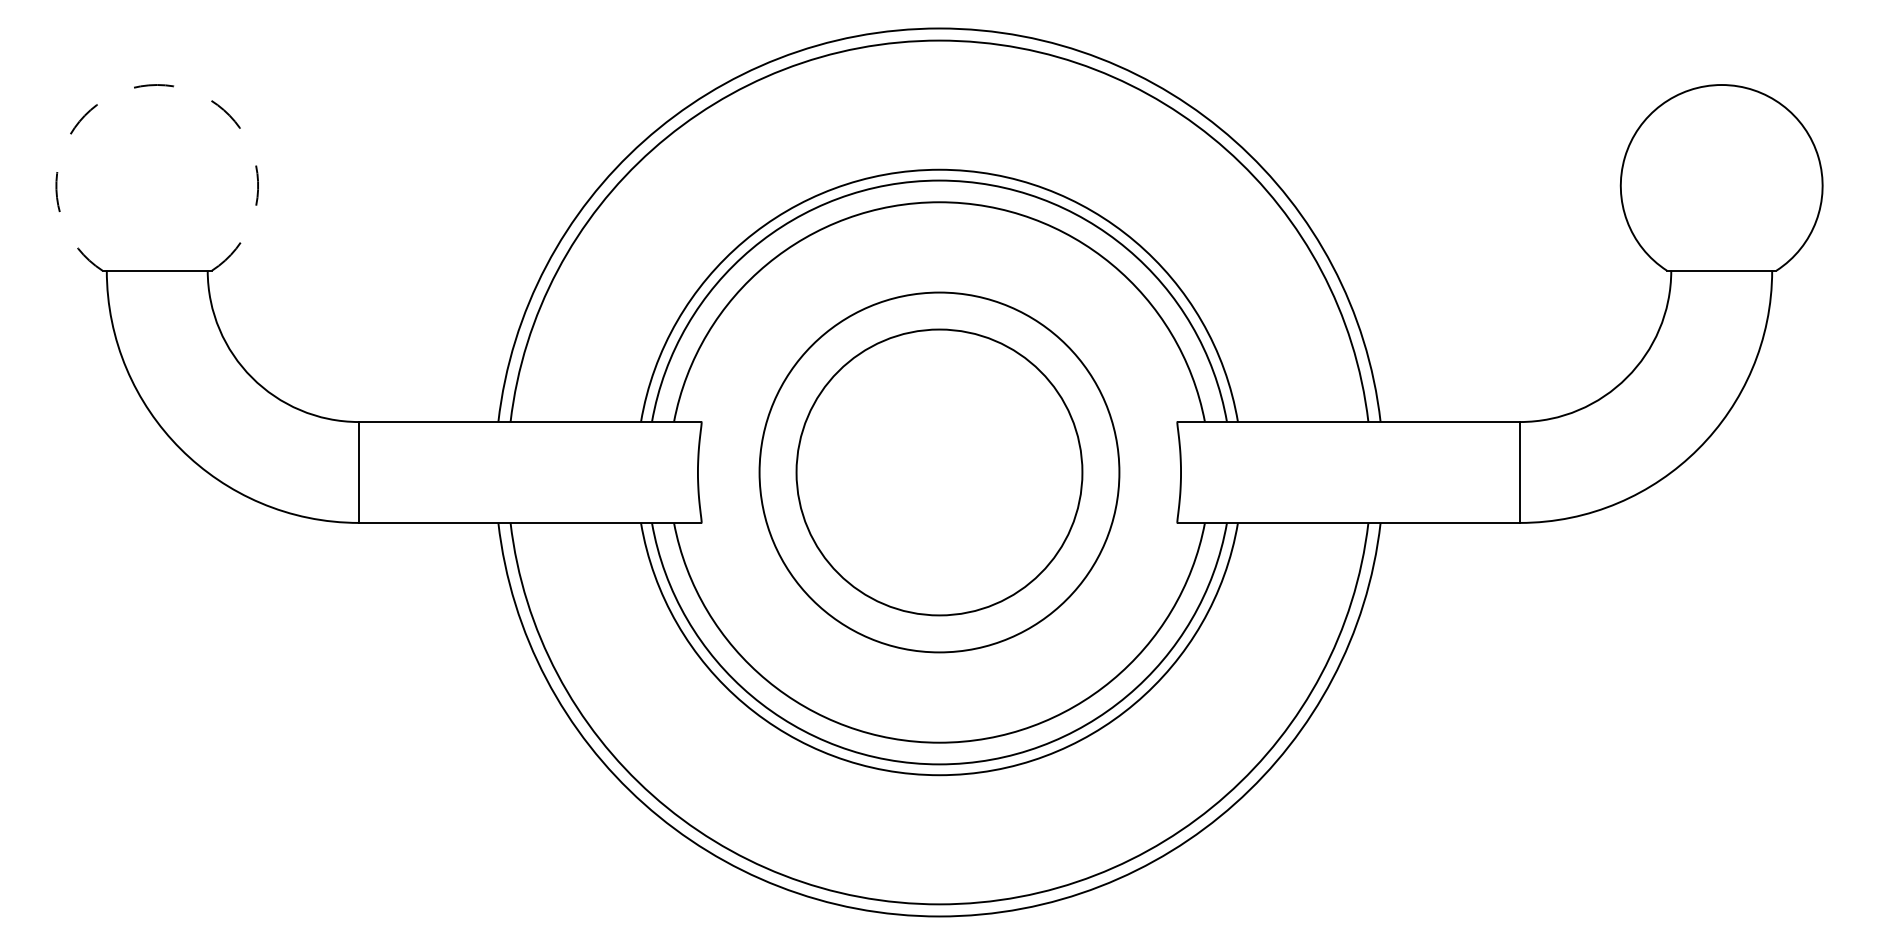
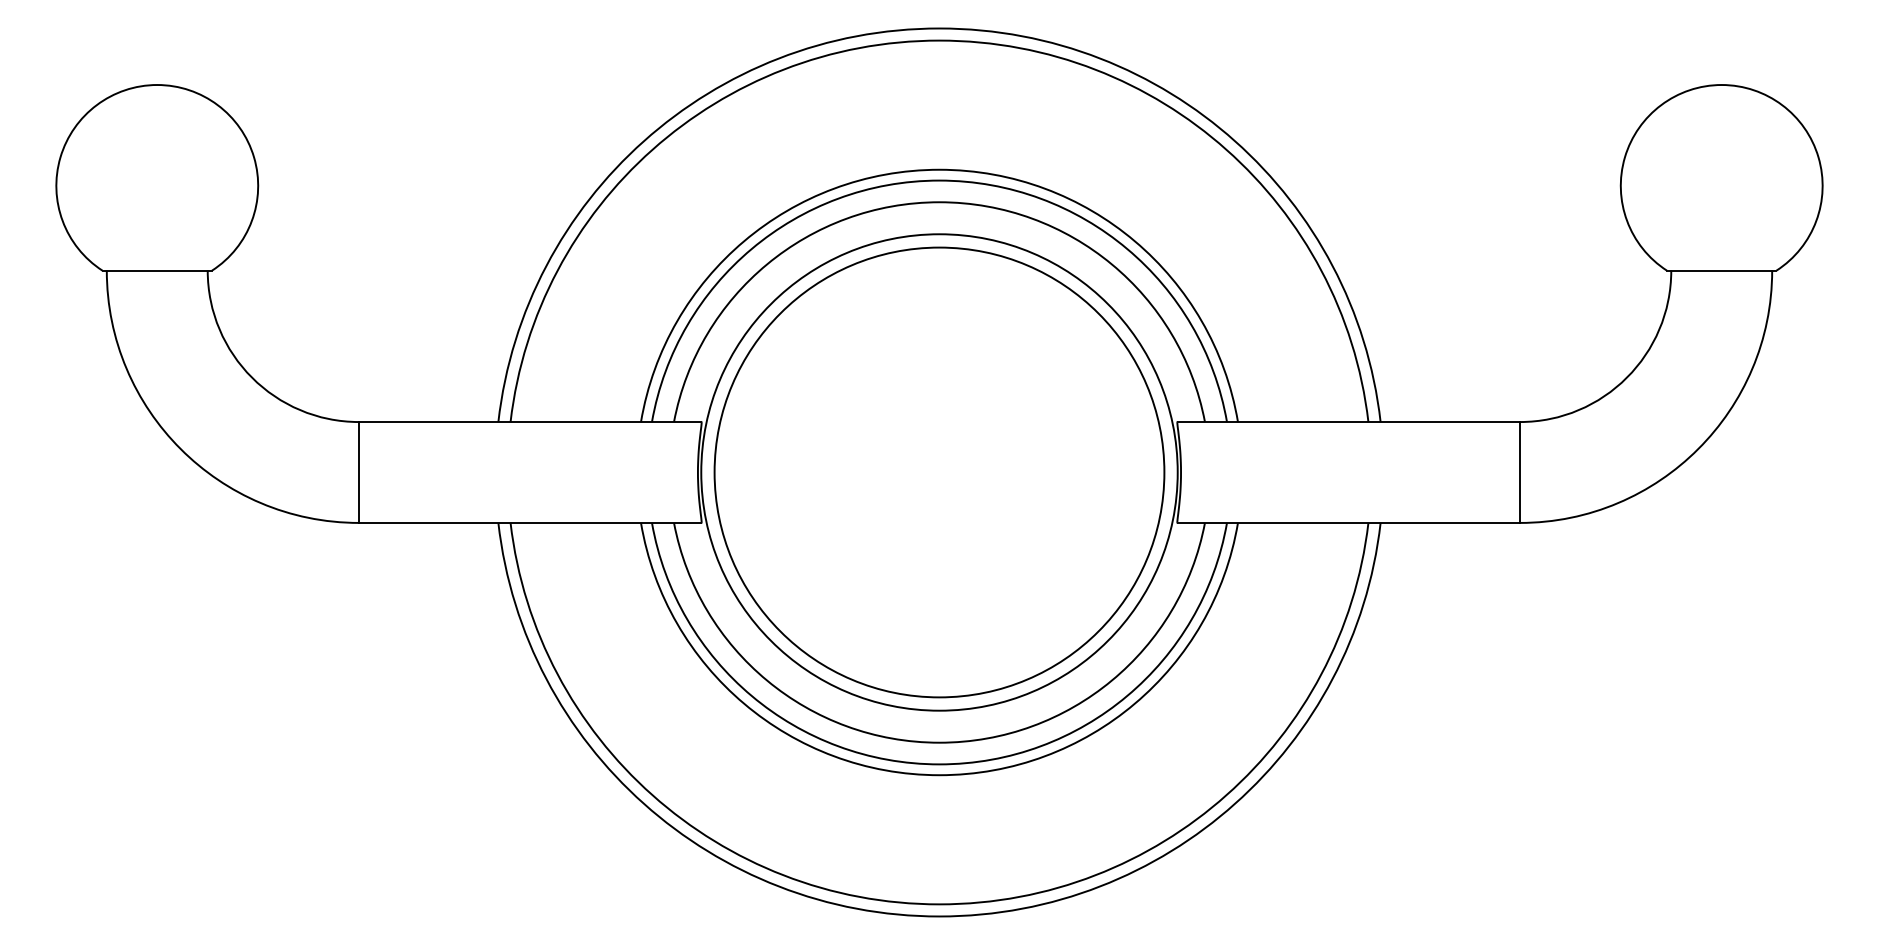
arc at (157, 85): dashed -> solid
circle at (939, 472) diameter: 286 px -> 476 px
circle at (939, 472) diameter: 360 px -> 450 px
